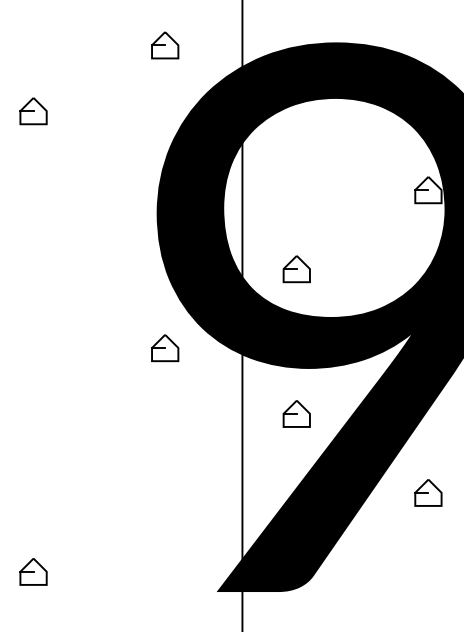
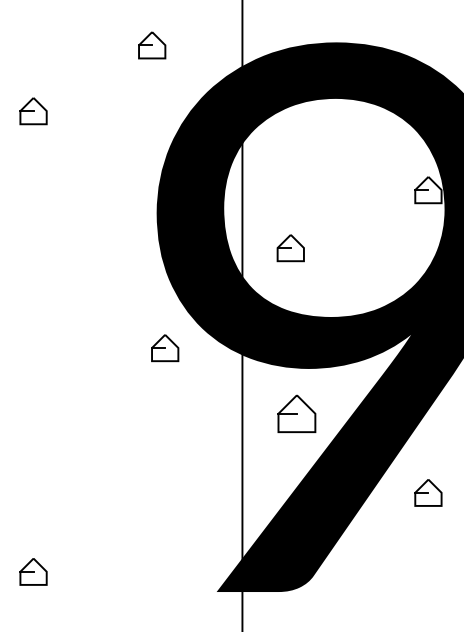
part at (165, 45) position: (165, 45) -> (152, 45)
part at (296, 269) position: (296, 269) -> (290, 248)
part at (296, 413) size: 29x28 px -> 40x39 px
